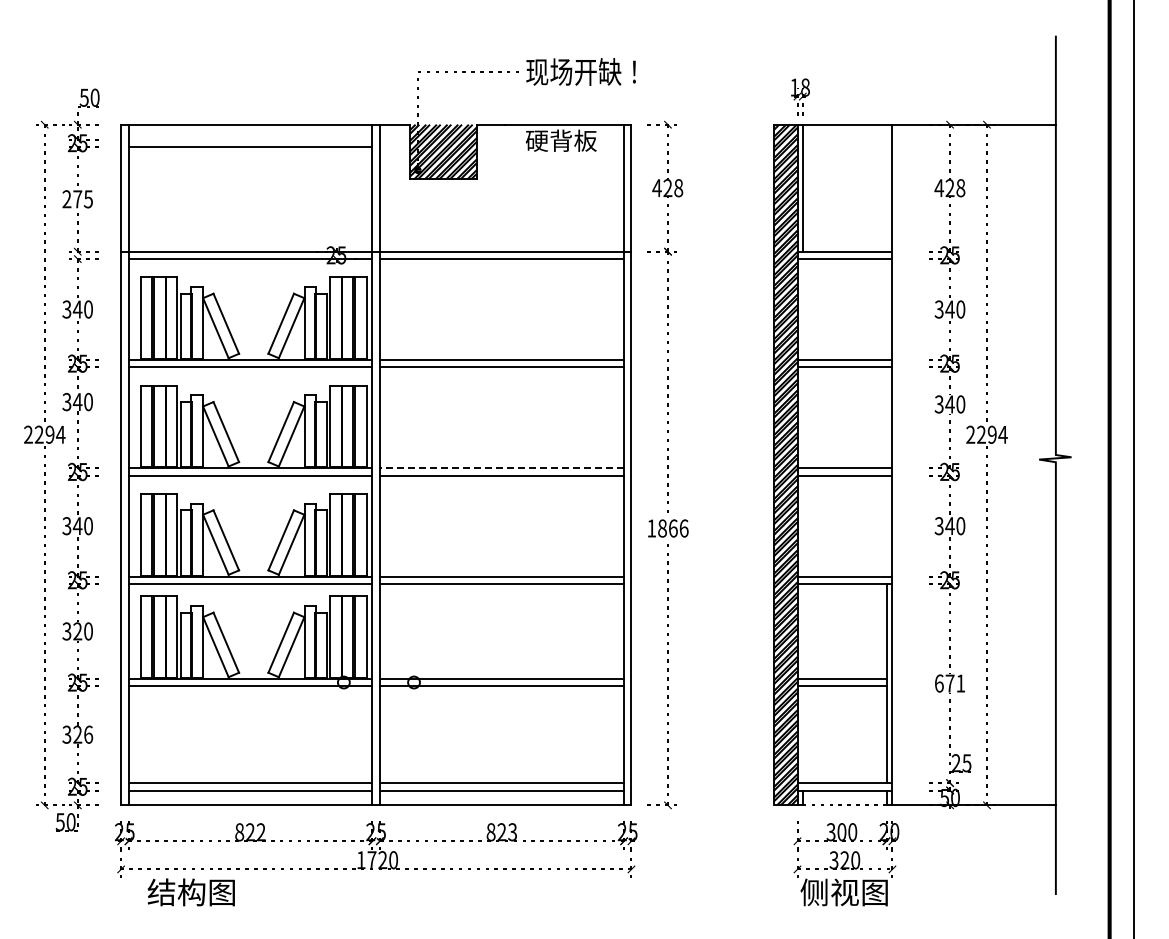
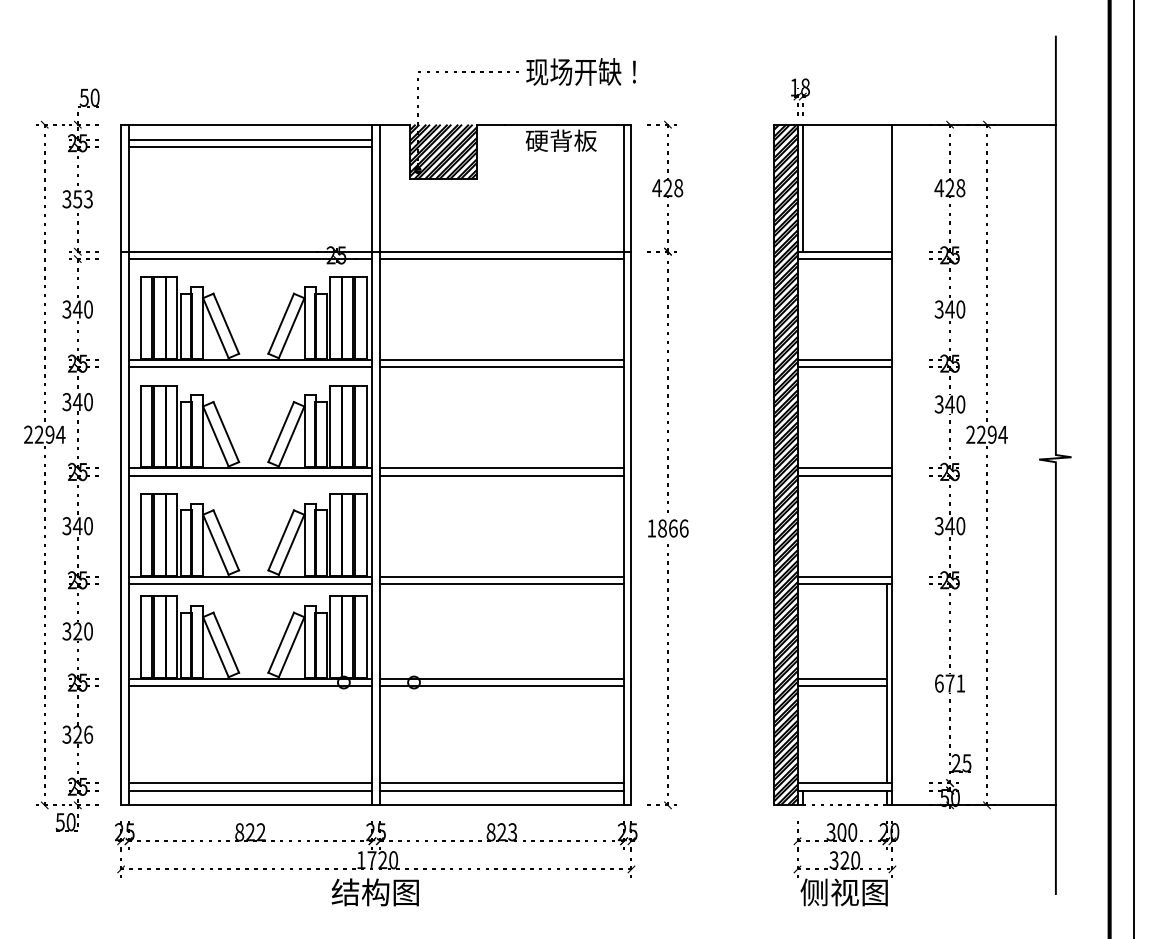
line at (250, 139): none -> present
text at (77, 199): 275 -> 353
line at (501, 468): dashed -> solid
text at (190, 892) position: (190, 892) -> (374, 892)
